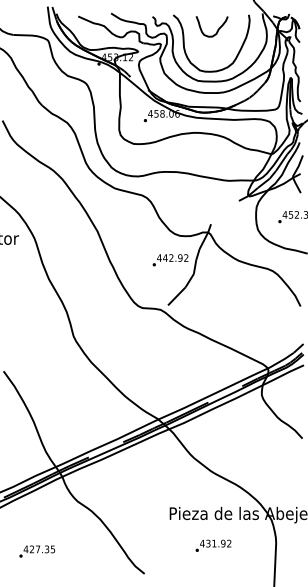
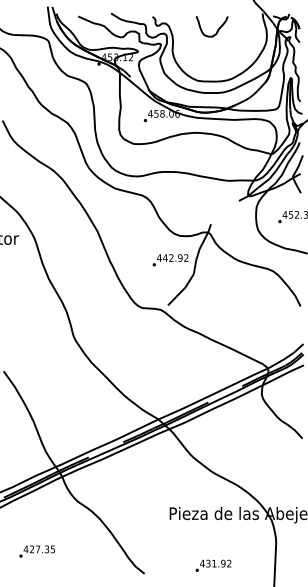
curve at (185, 48): present -> none
text at (213, 545) position: (213, 545) -> (213, 565)
